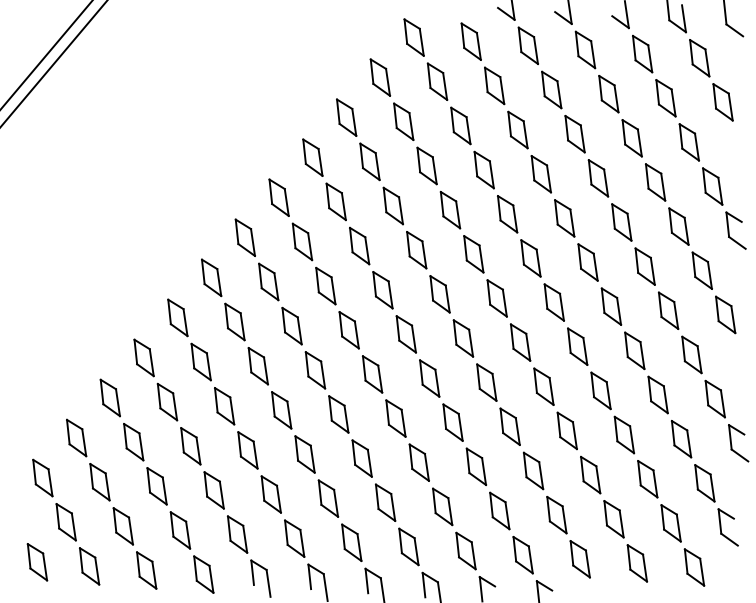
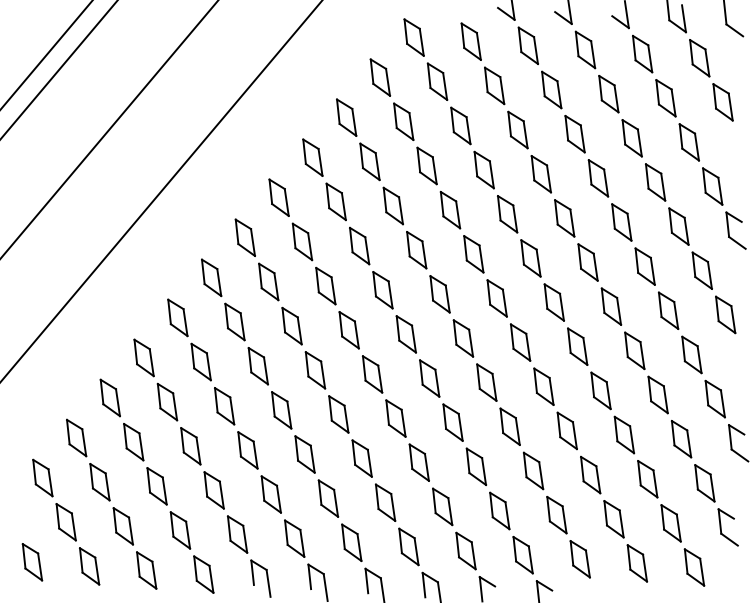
line at (53, 63) position: (53, 63) -> (58, 69)
line at (109, 129): none -> present
line at (161, 190): none -> present
part at (37, 562) position: (37, 562) -> (32, 562)
